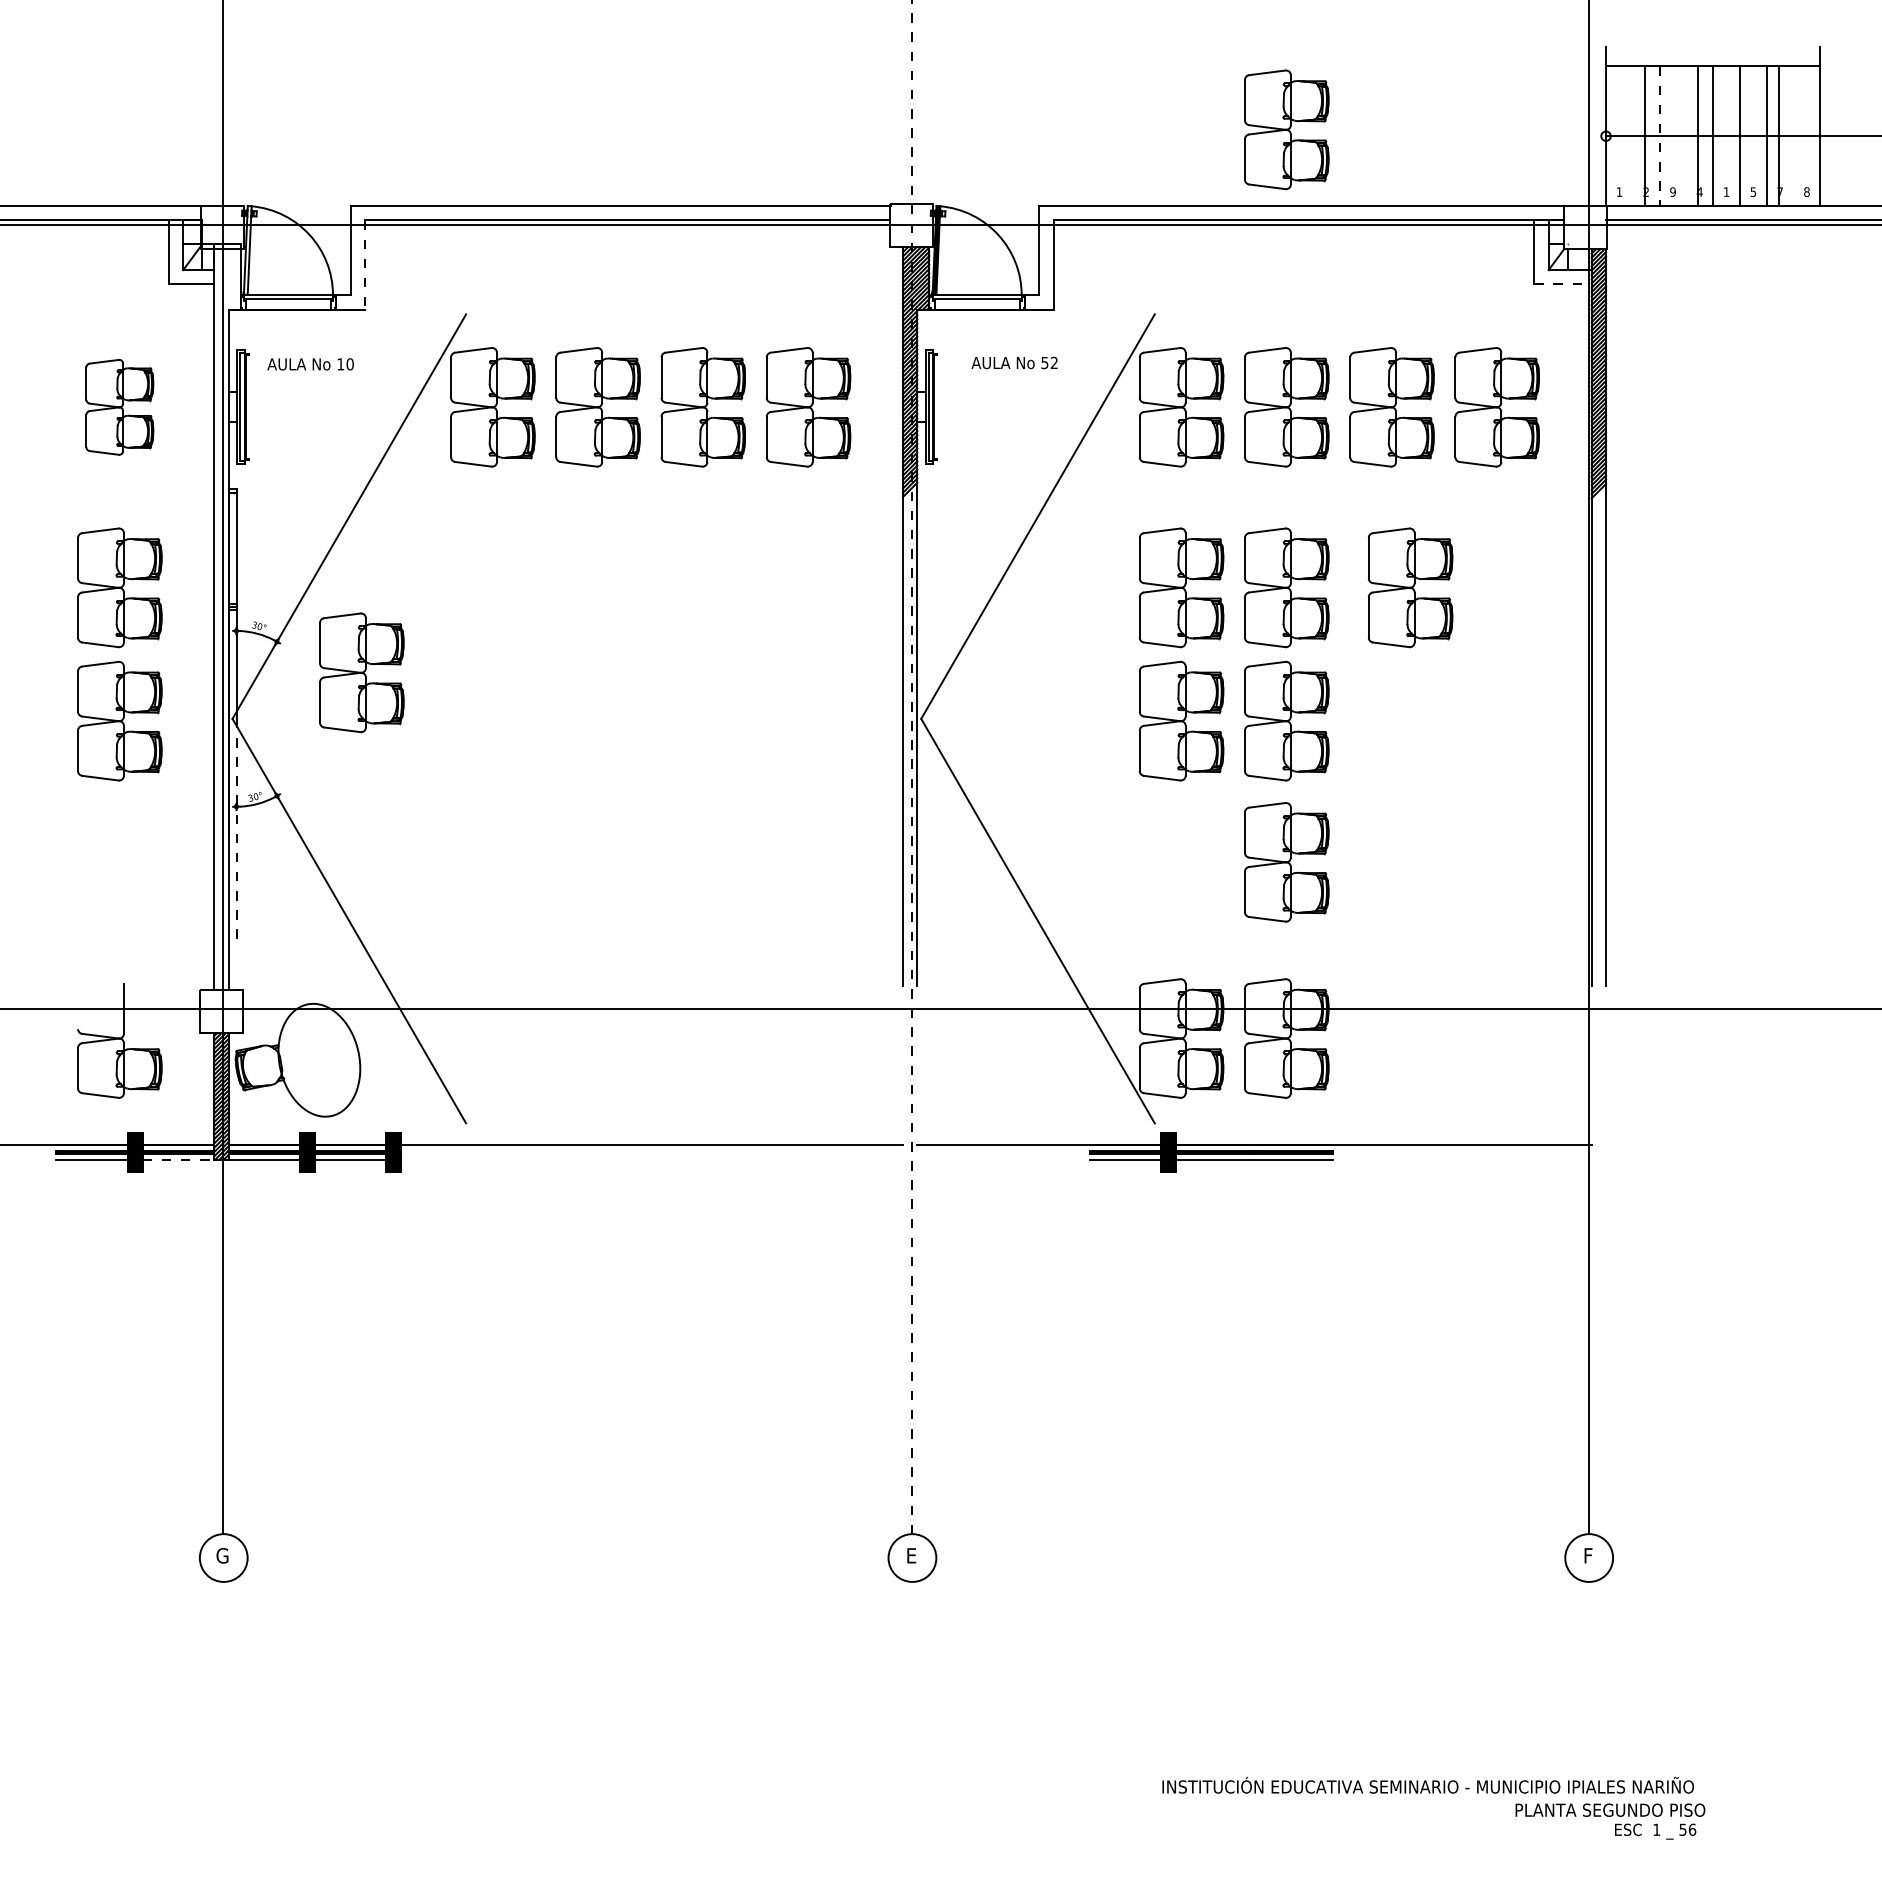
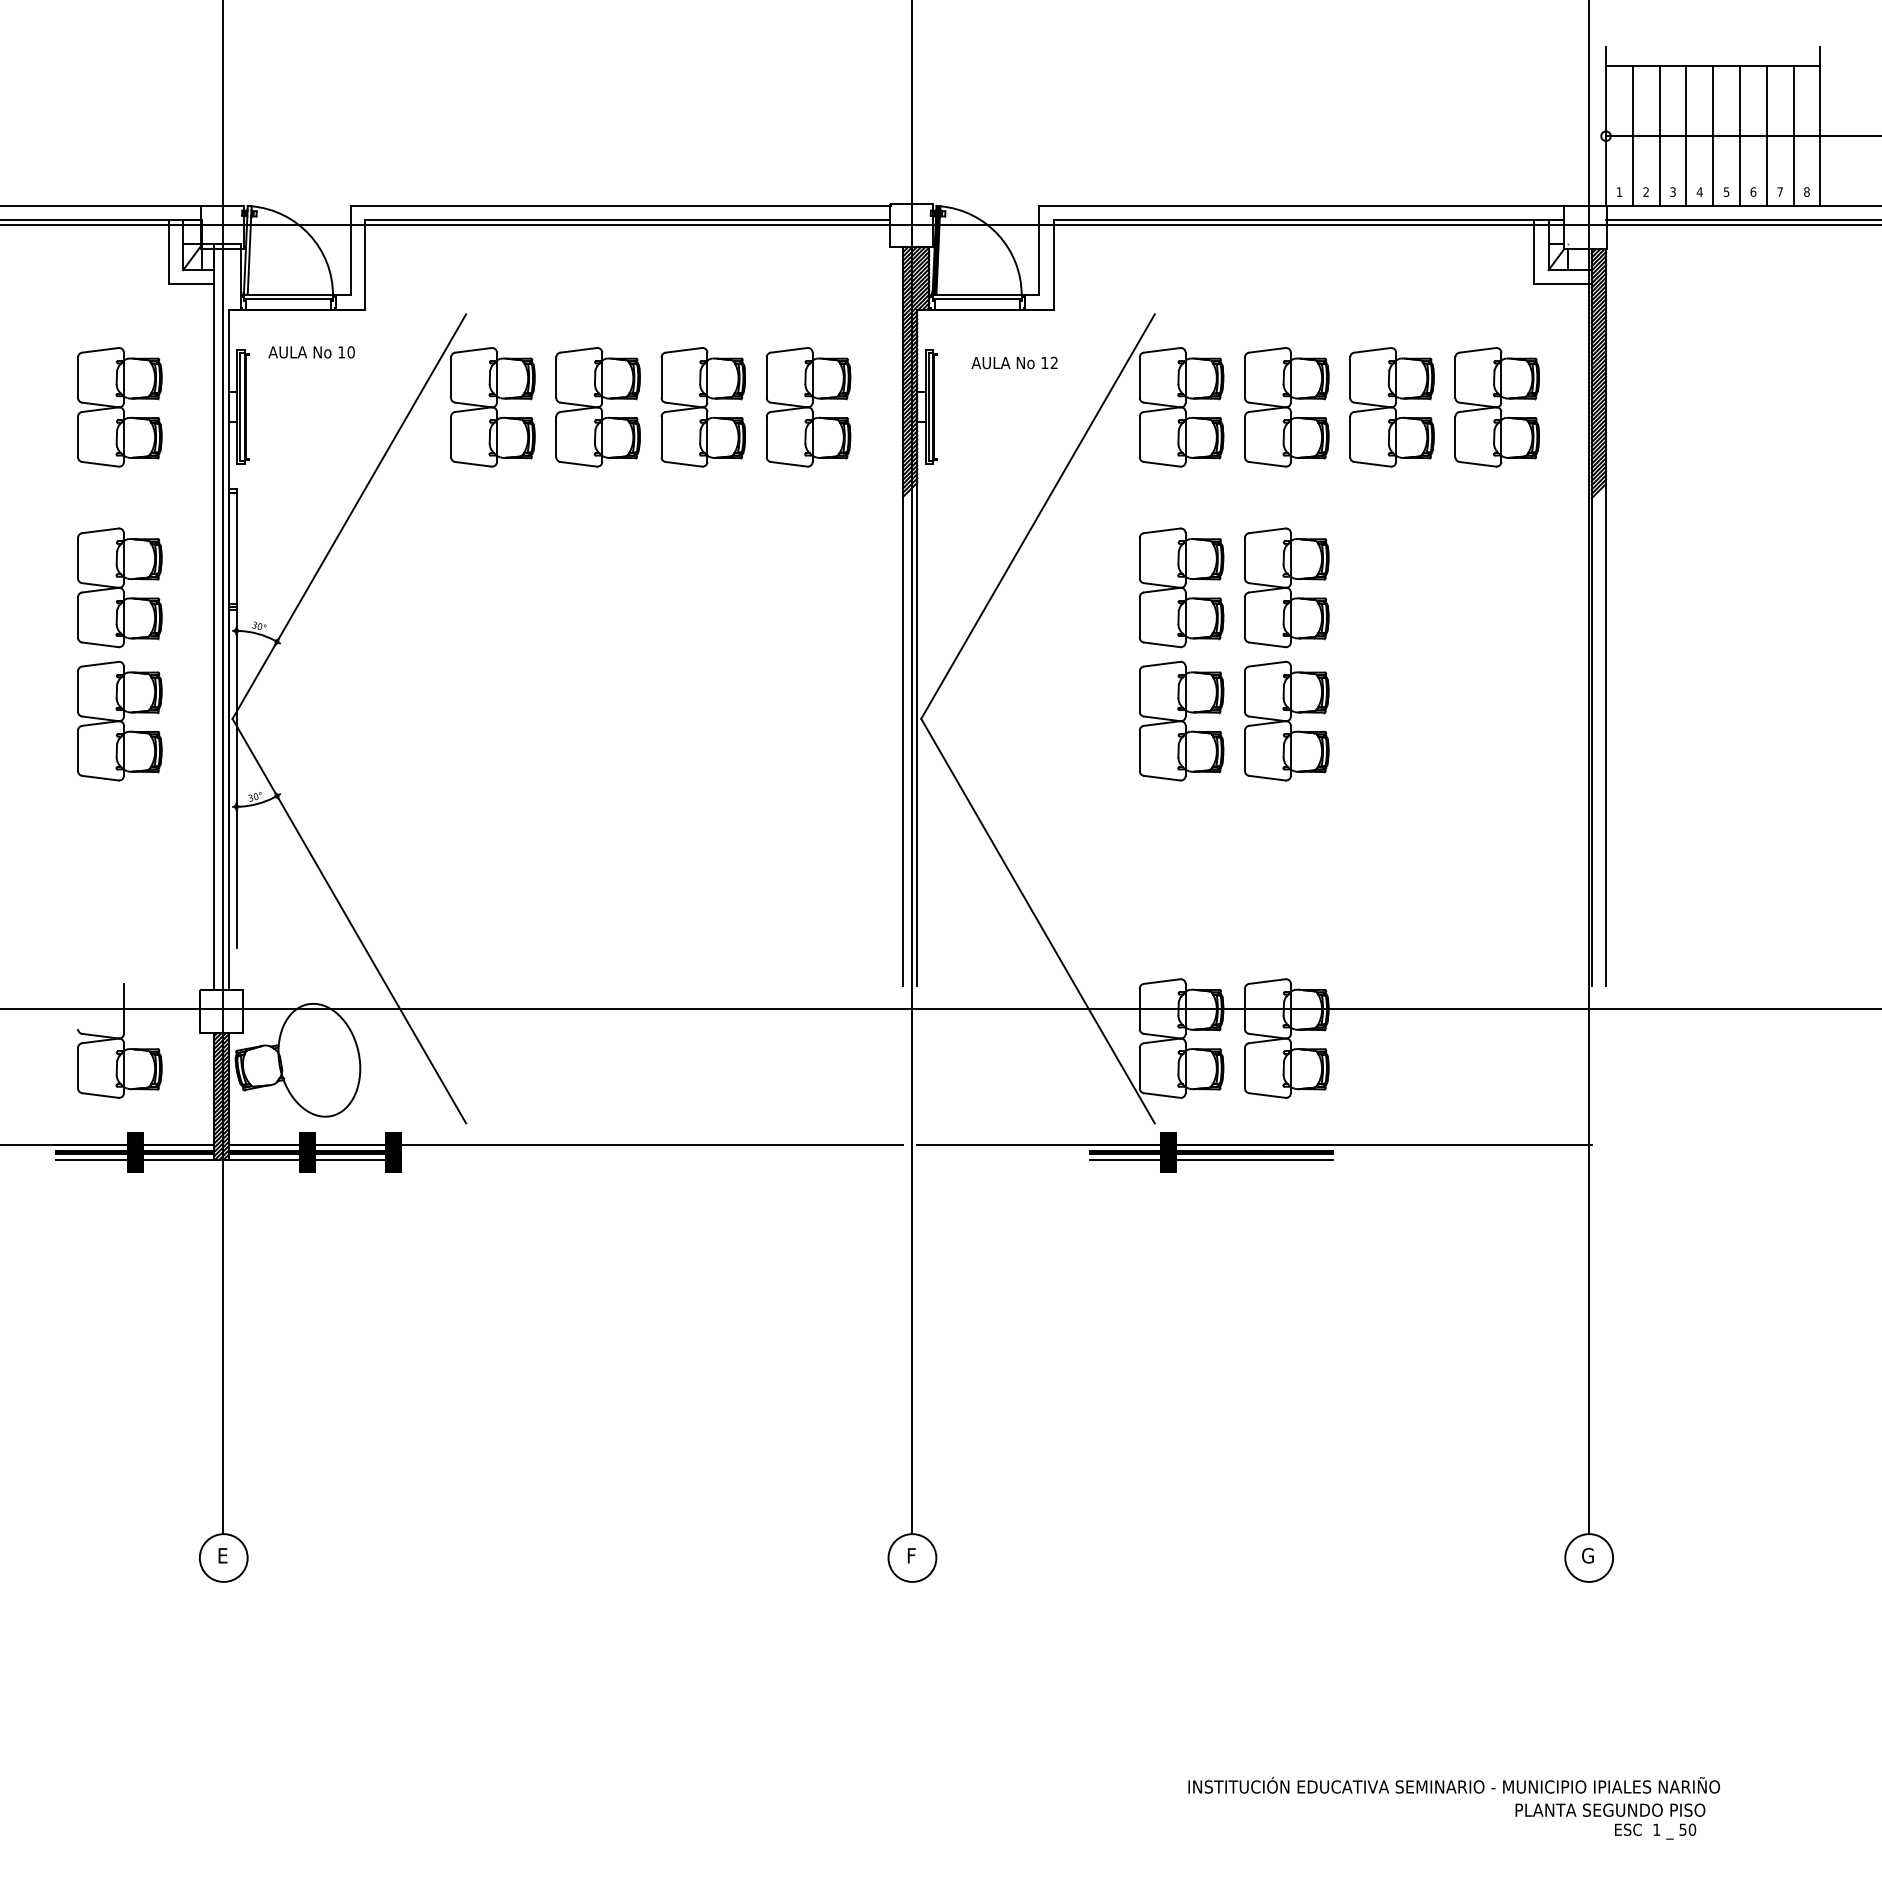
part at (1286, 129): present -> none
line at (1644, 136) position: (1644, 136) -> (1632, 136)
line at (1659, 136): dashed -> solid
line at (1698, 136) position: (1698, 136) -> (1686, 136)
line at (1778, 136) position: (1778, 136) -> (1793, 136)
text at (1672, 191): 9 -> 3
text at (1726, 191): 1 -> 5
text at (1753, 191): 5 -> 6
line at (364, 265): dashed -> solid
line at (1562, 284): dashed -> solid
text at (1044, 363): 52 -> 12
text at (310, 364) position: (310, 364) -> (311, 352)
part at (119, 406) size: 70x98 px -> 86x121 px
part at (1410, 587): present -> none
part at (361, 672): present -> none
line at (911, 767): dashed -> solid
line at (236, 833): dashed -> solid
part at (1286, 862): present -> none
line at (178, 1159): dashed -> solid
text at (222, 1555): G -> E
text at (911, 1555): E -> F
text at (1587, 1555): F -> G
text at (1427, 1785) position: (1427, 1785) -> (1453, 1785)
text at (1692, 1829): 56 -> 50
